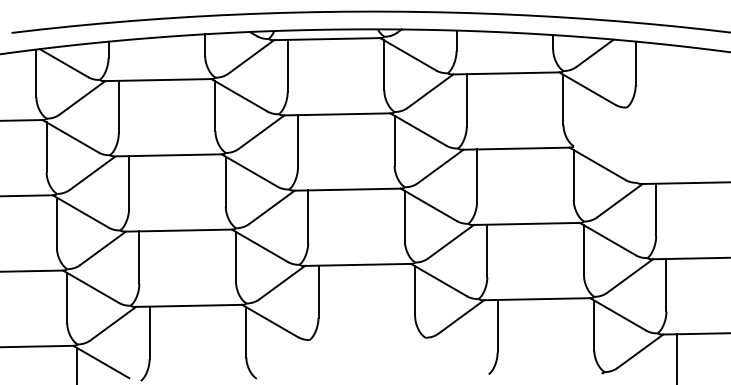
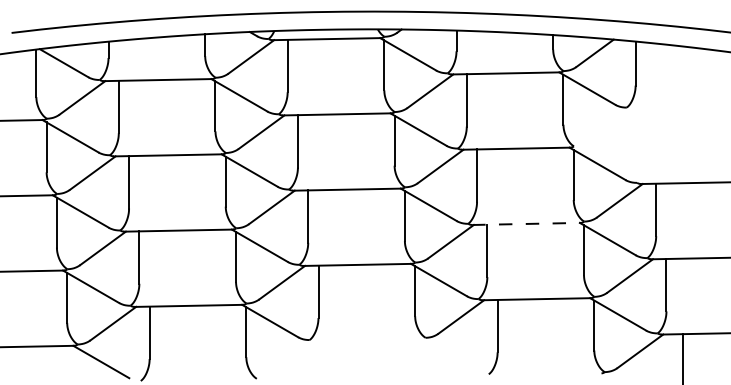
line at (527, 223): solid -> dashed
line at (676, 357) position: (676, 357) -> (682, 357)
line at (77, 364): present -> none
